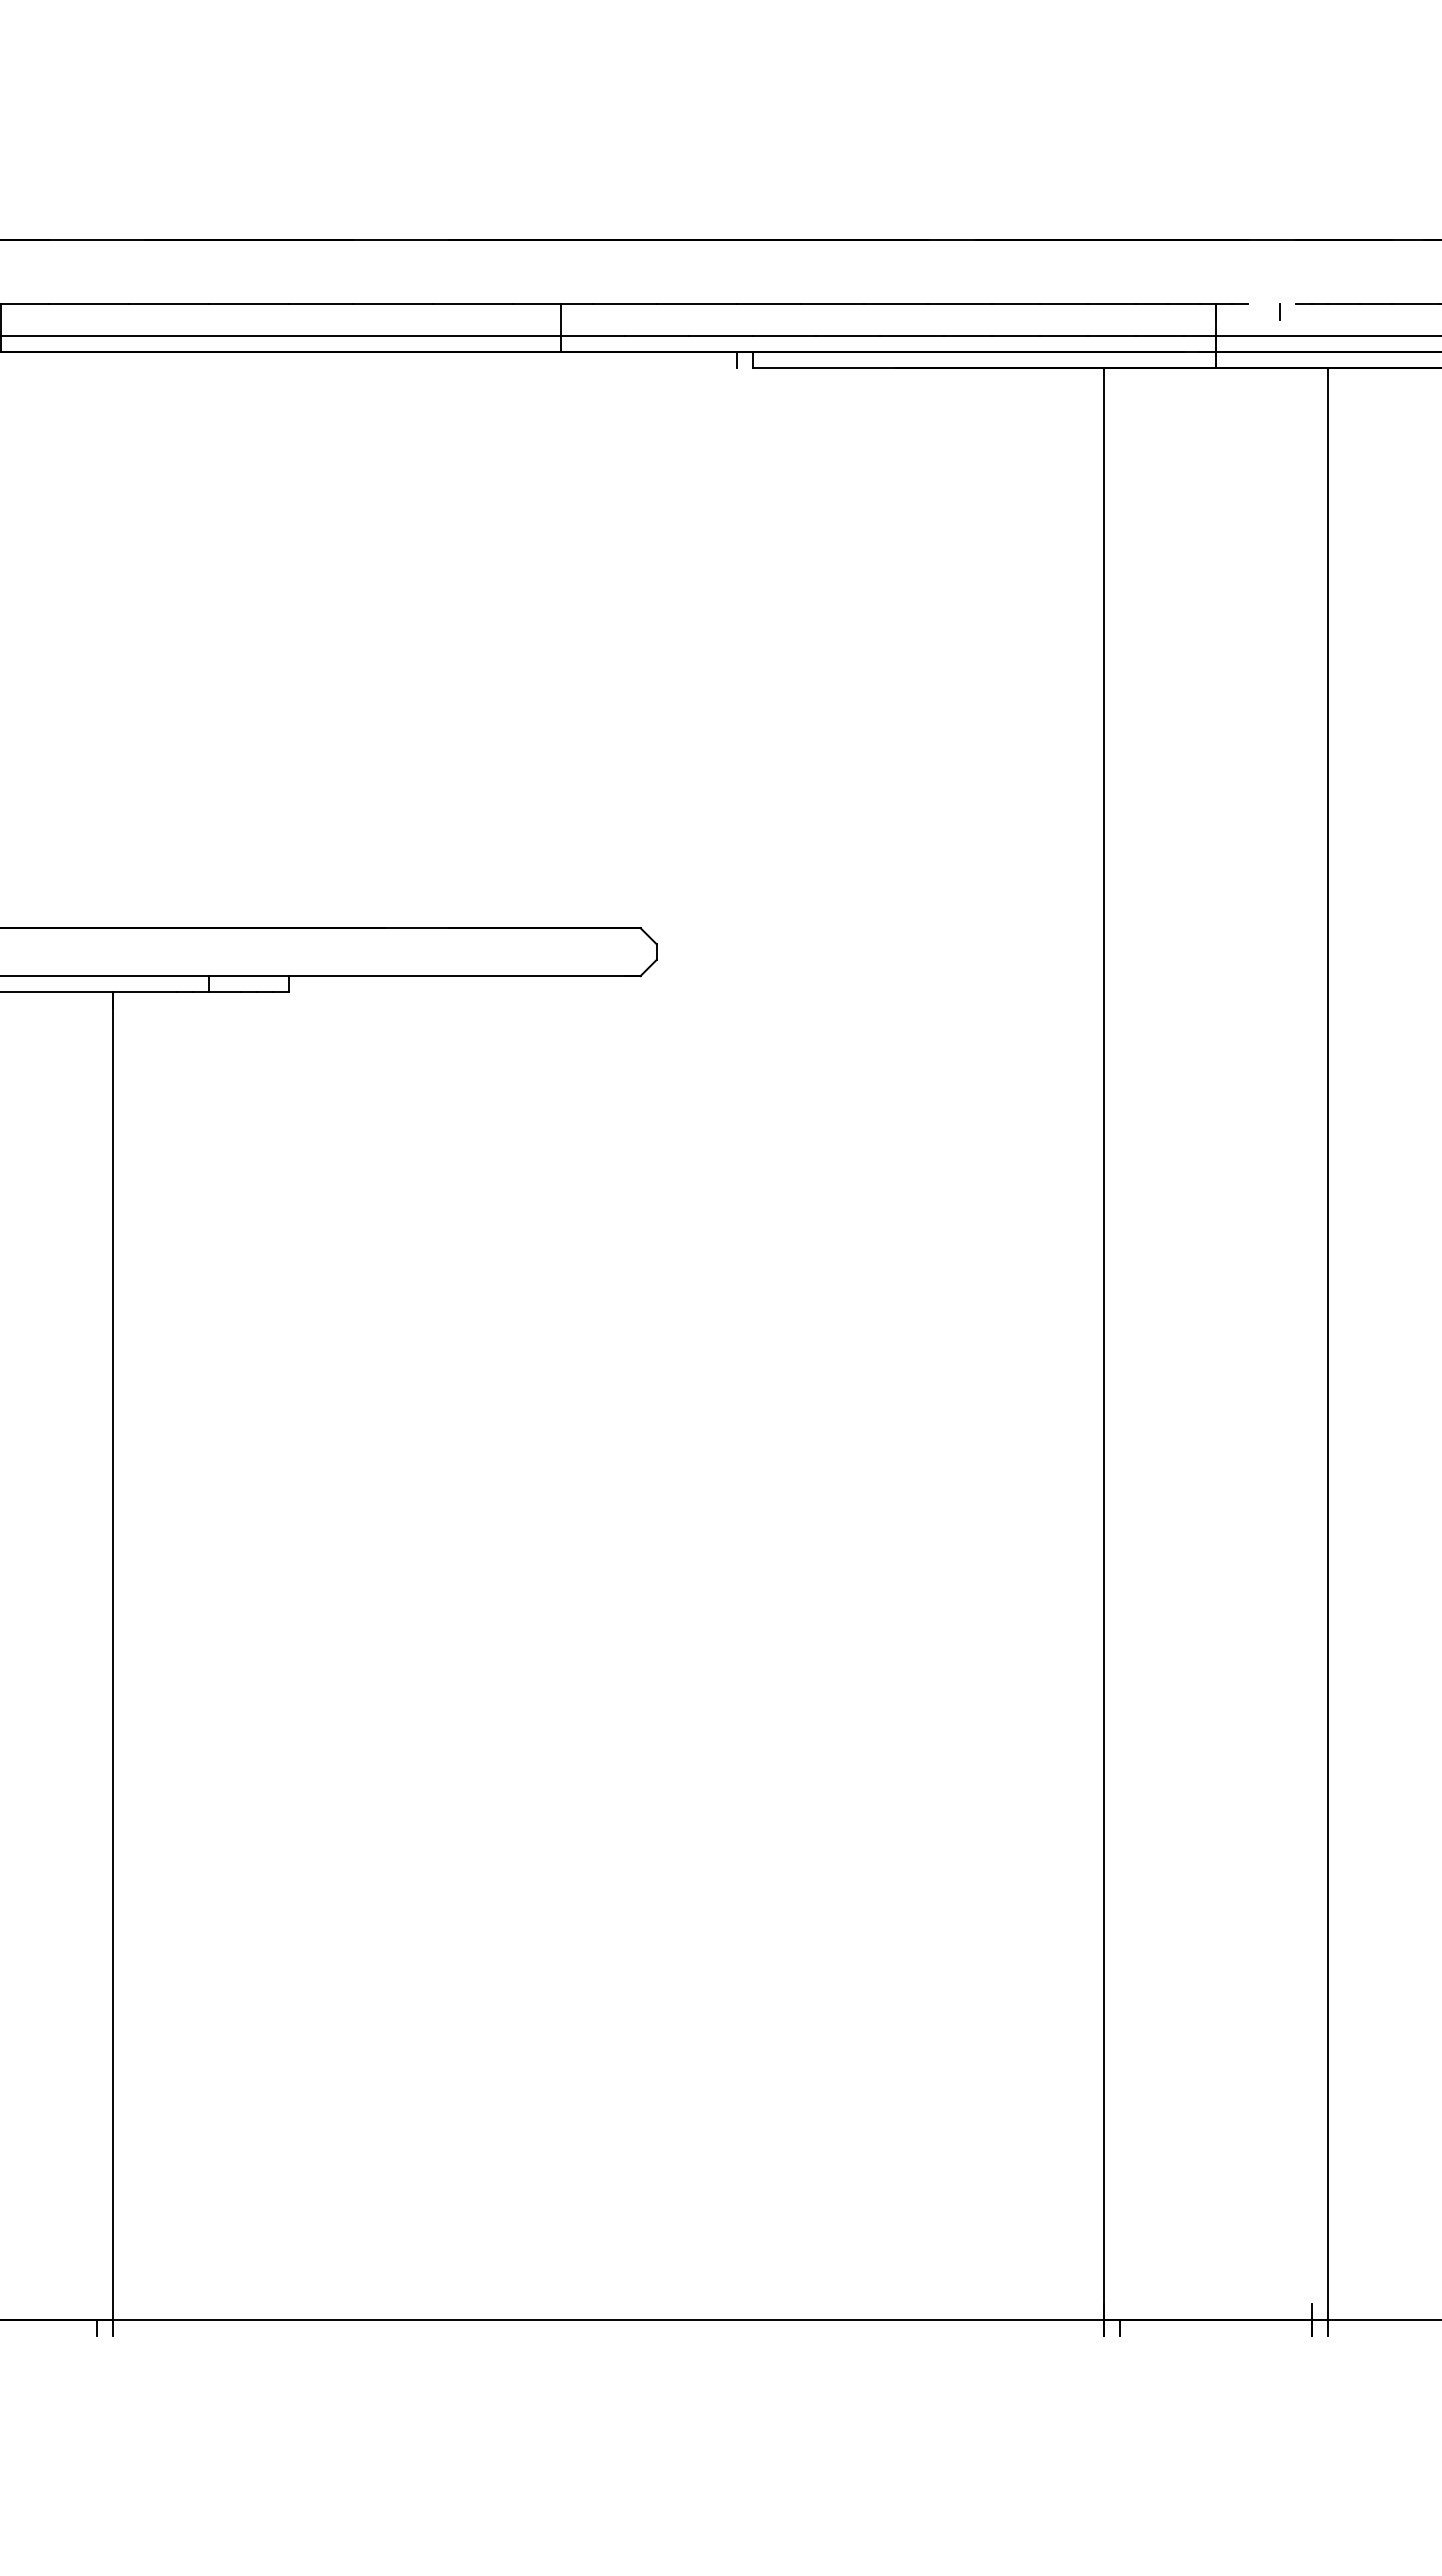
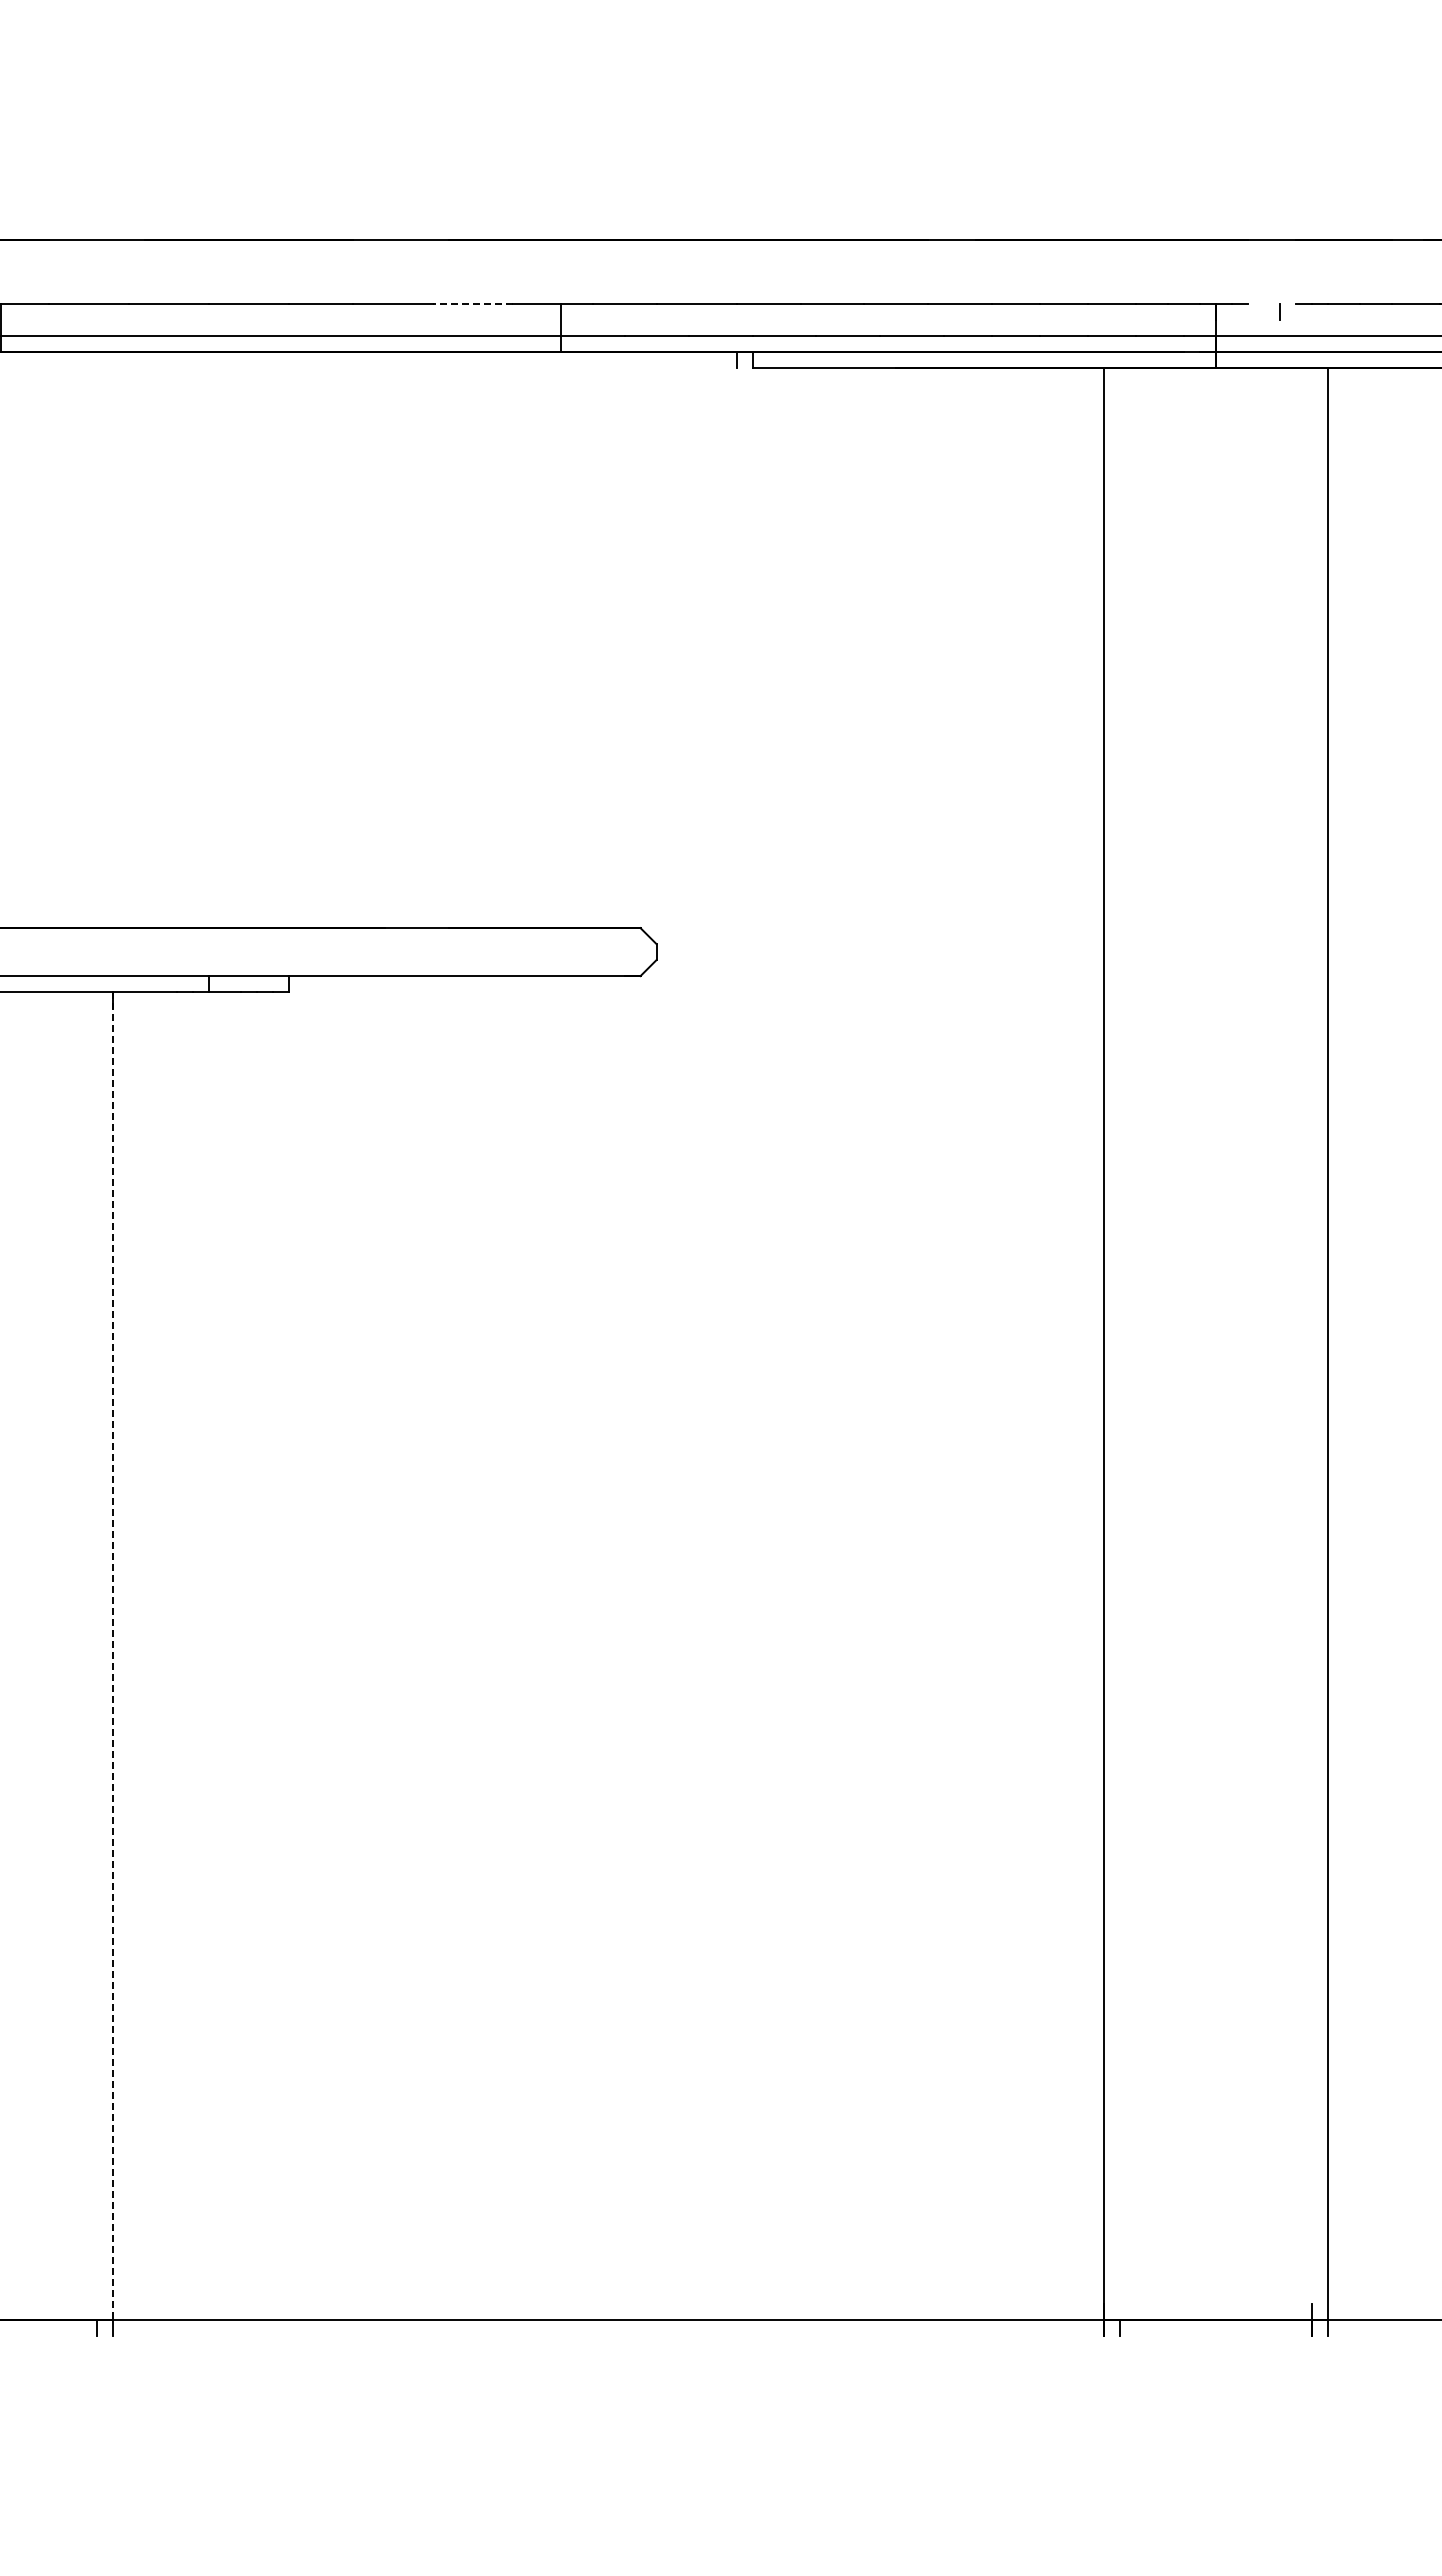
line at (472, 304): solid -> dashed
line at (112, 1655): solid -> dashed
